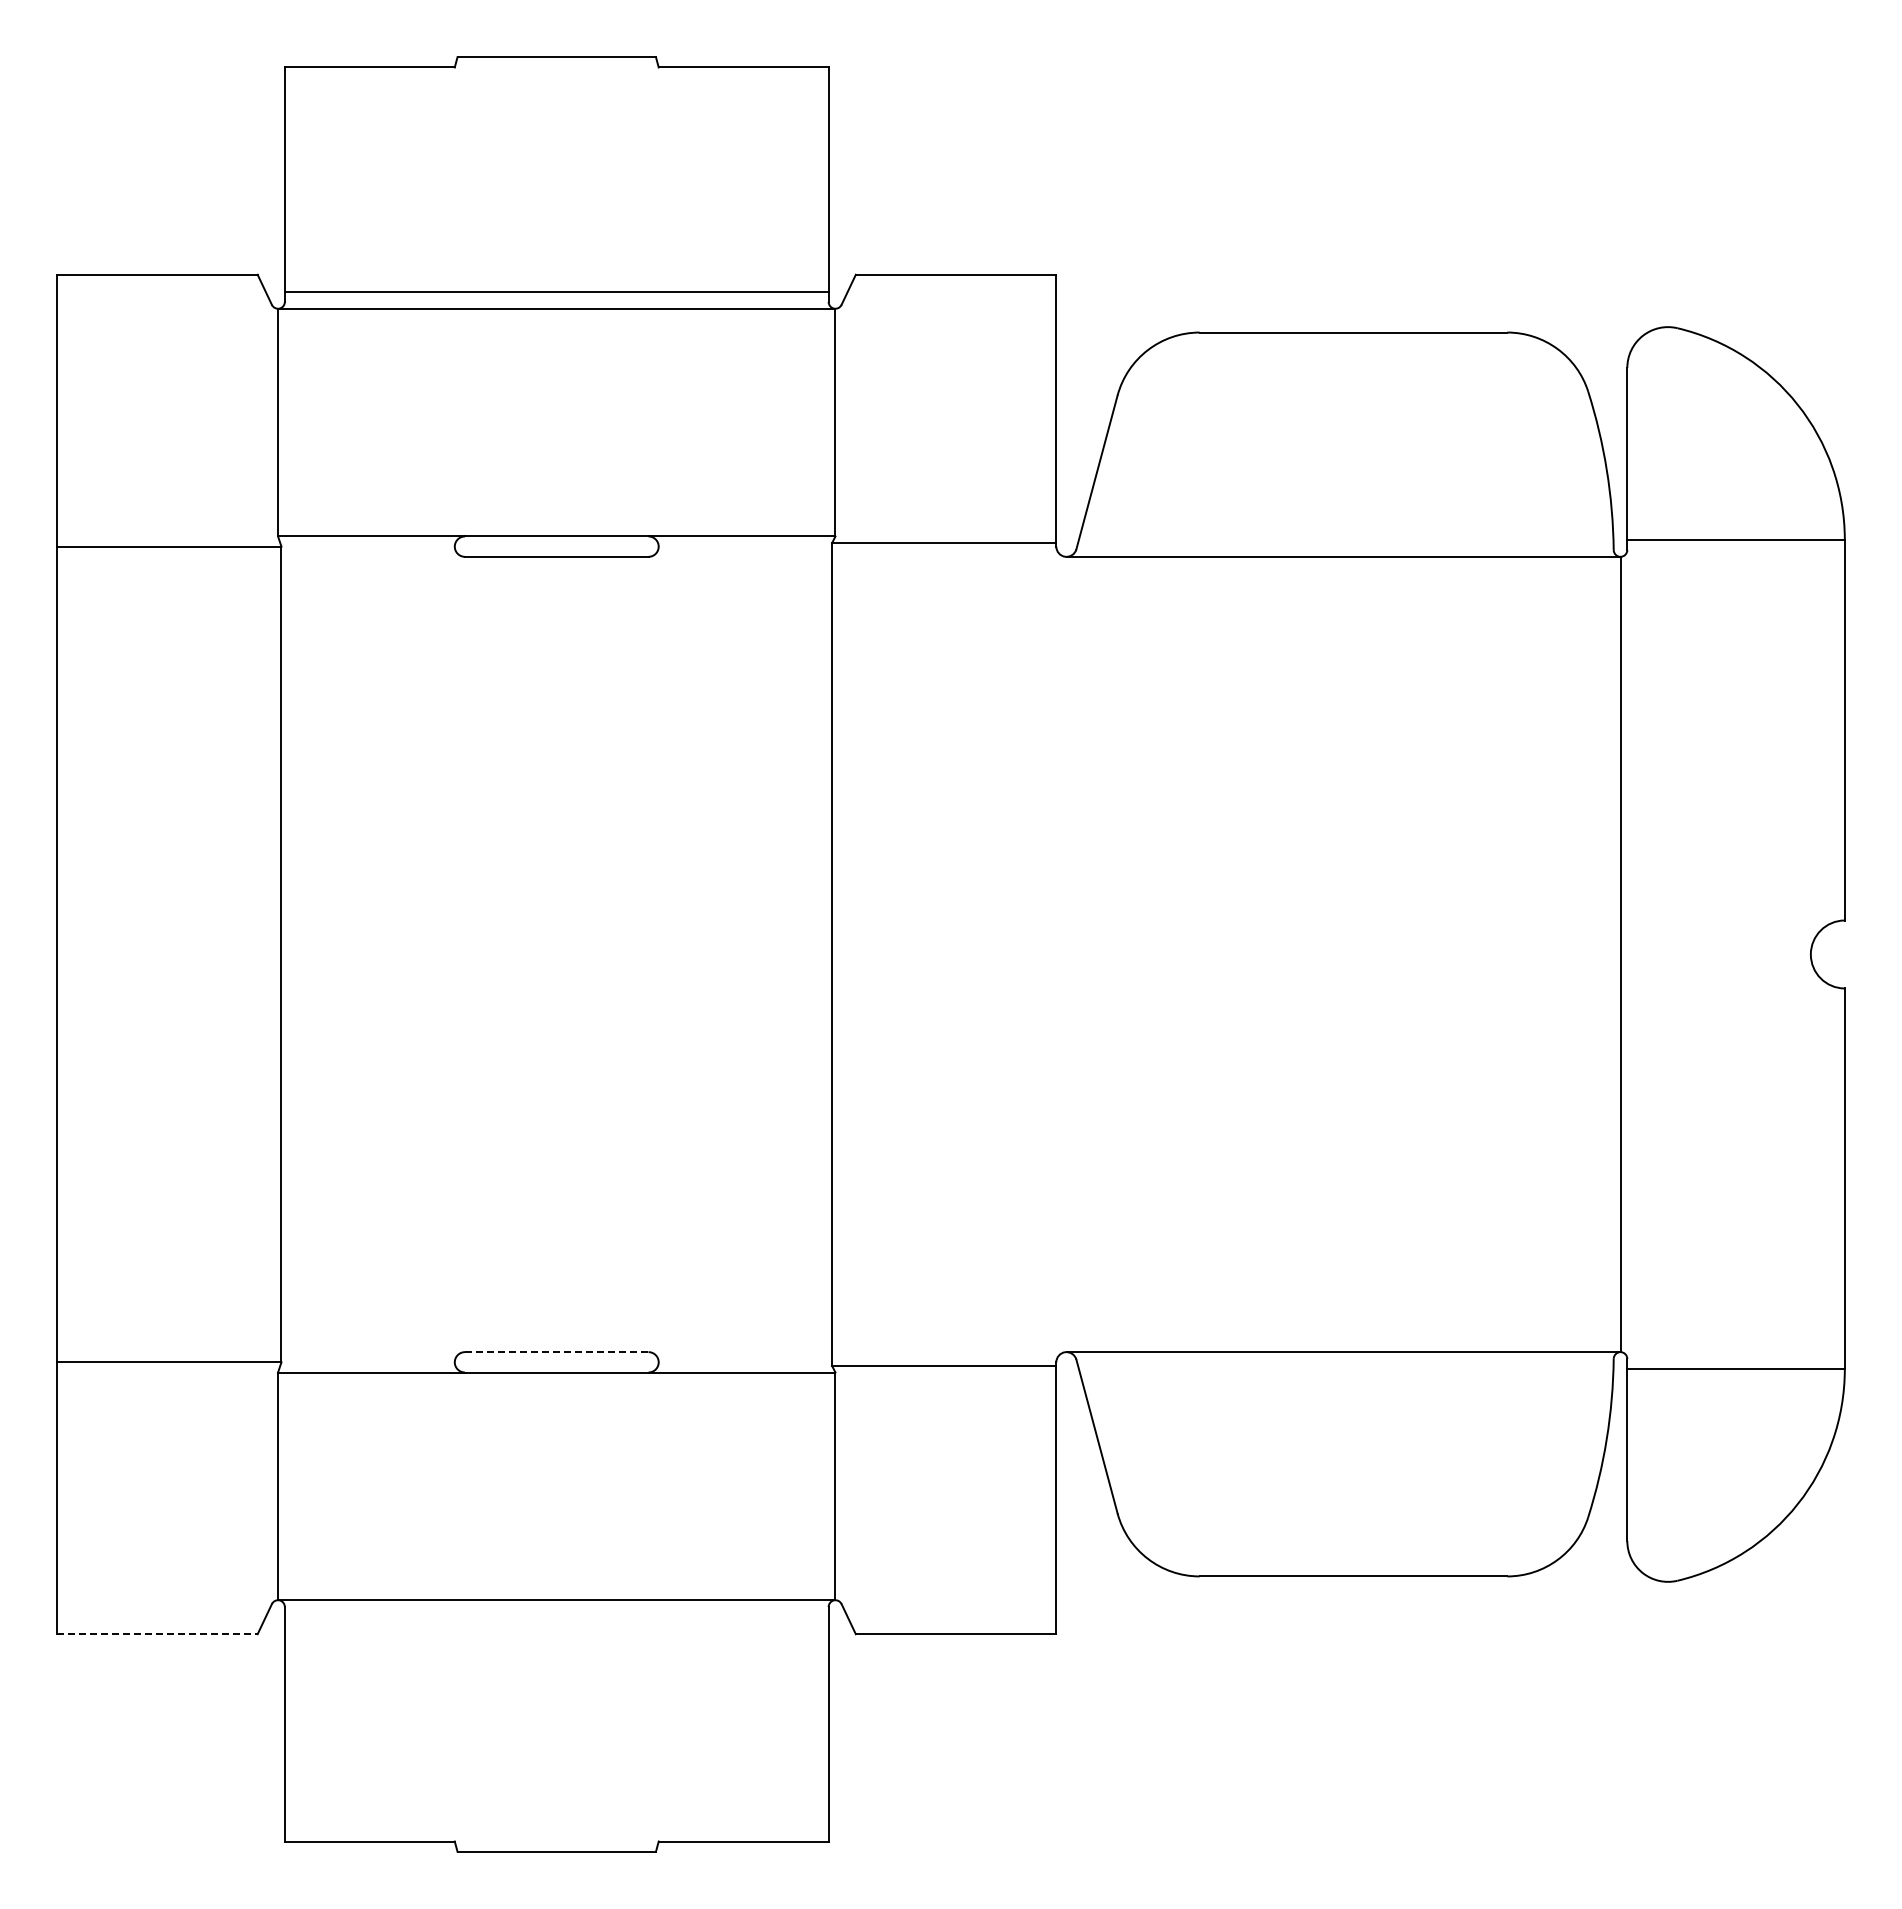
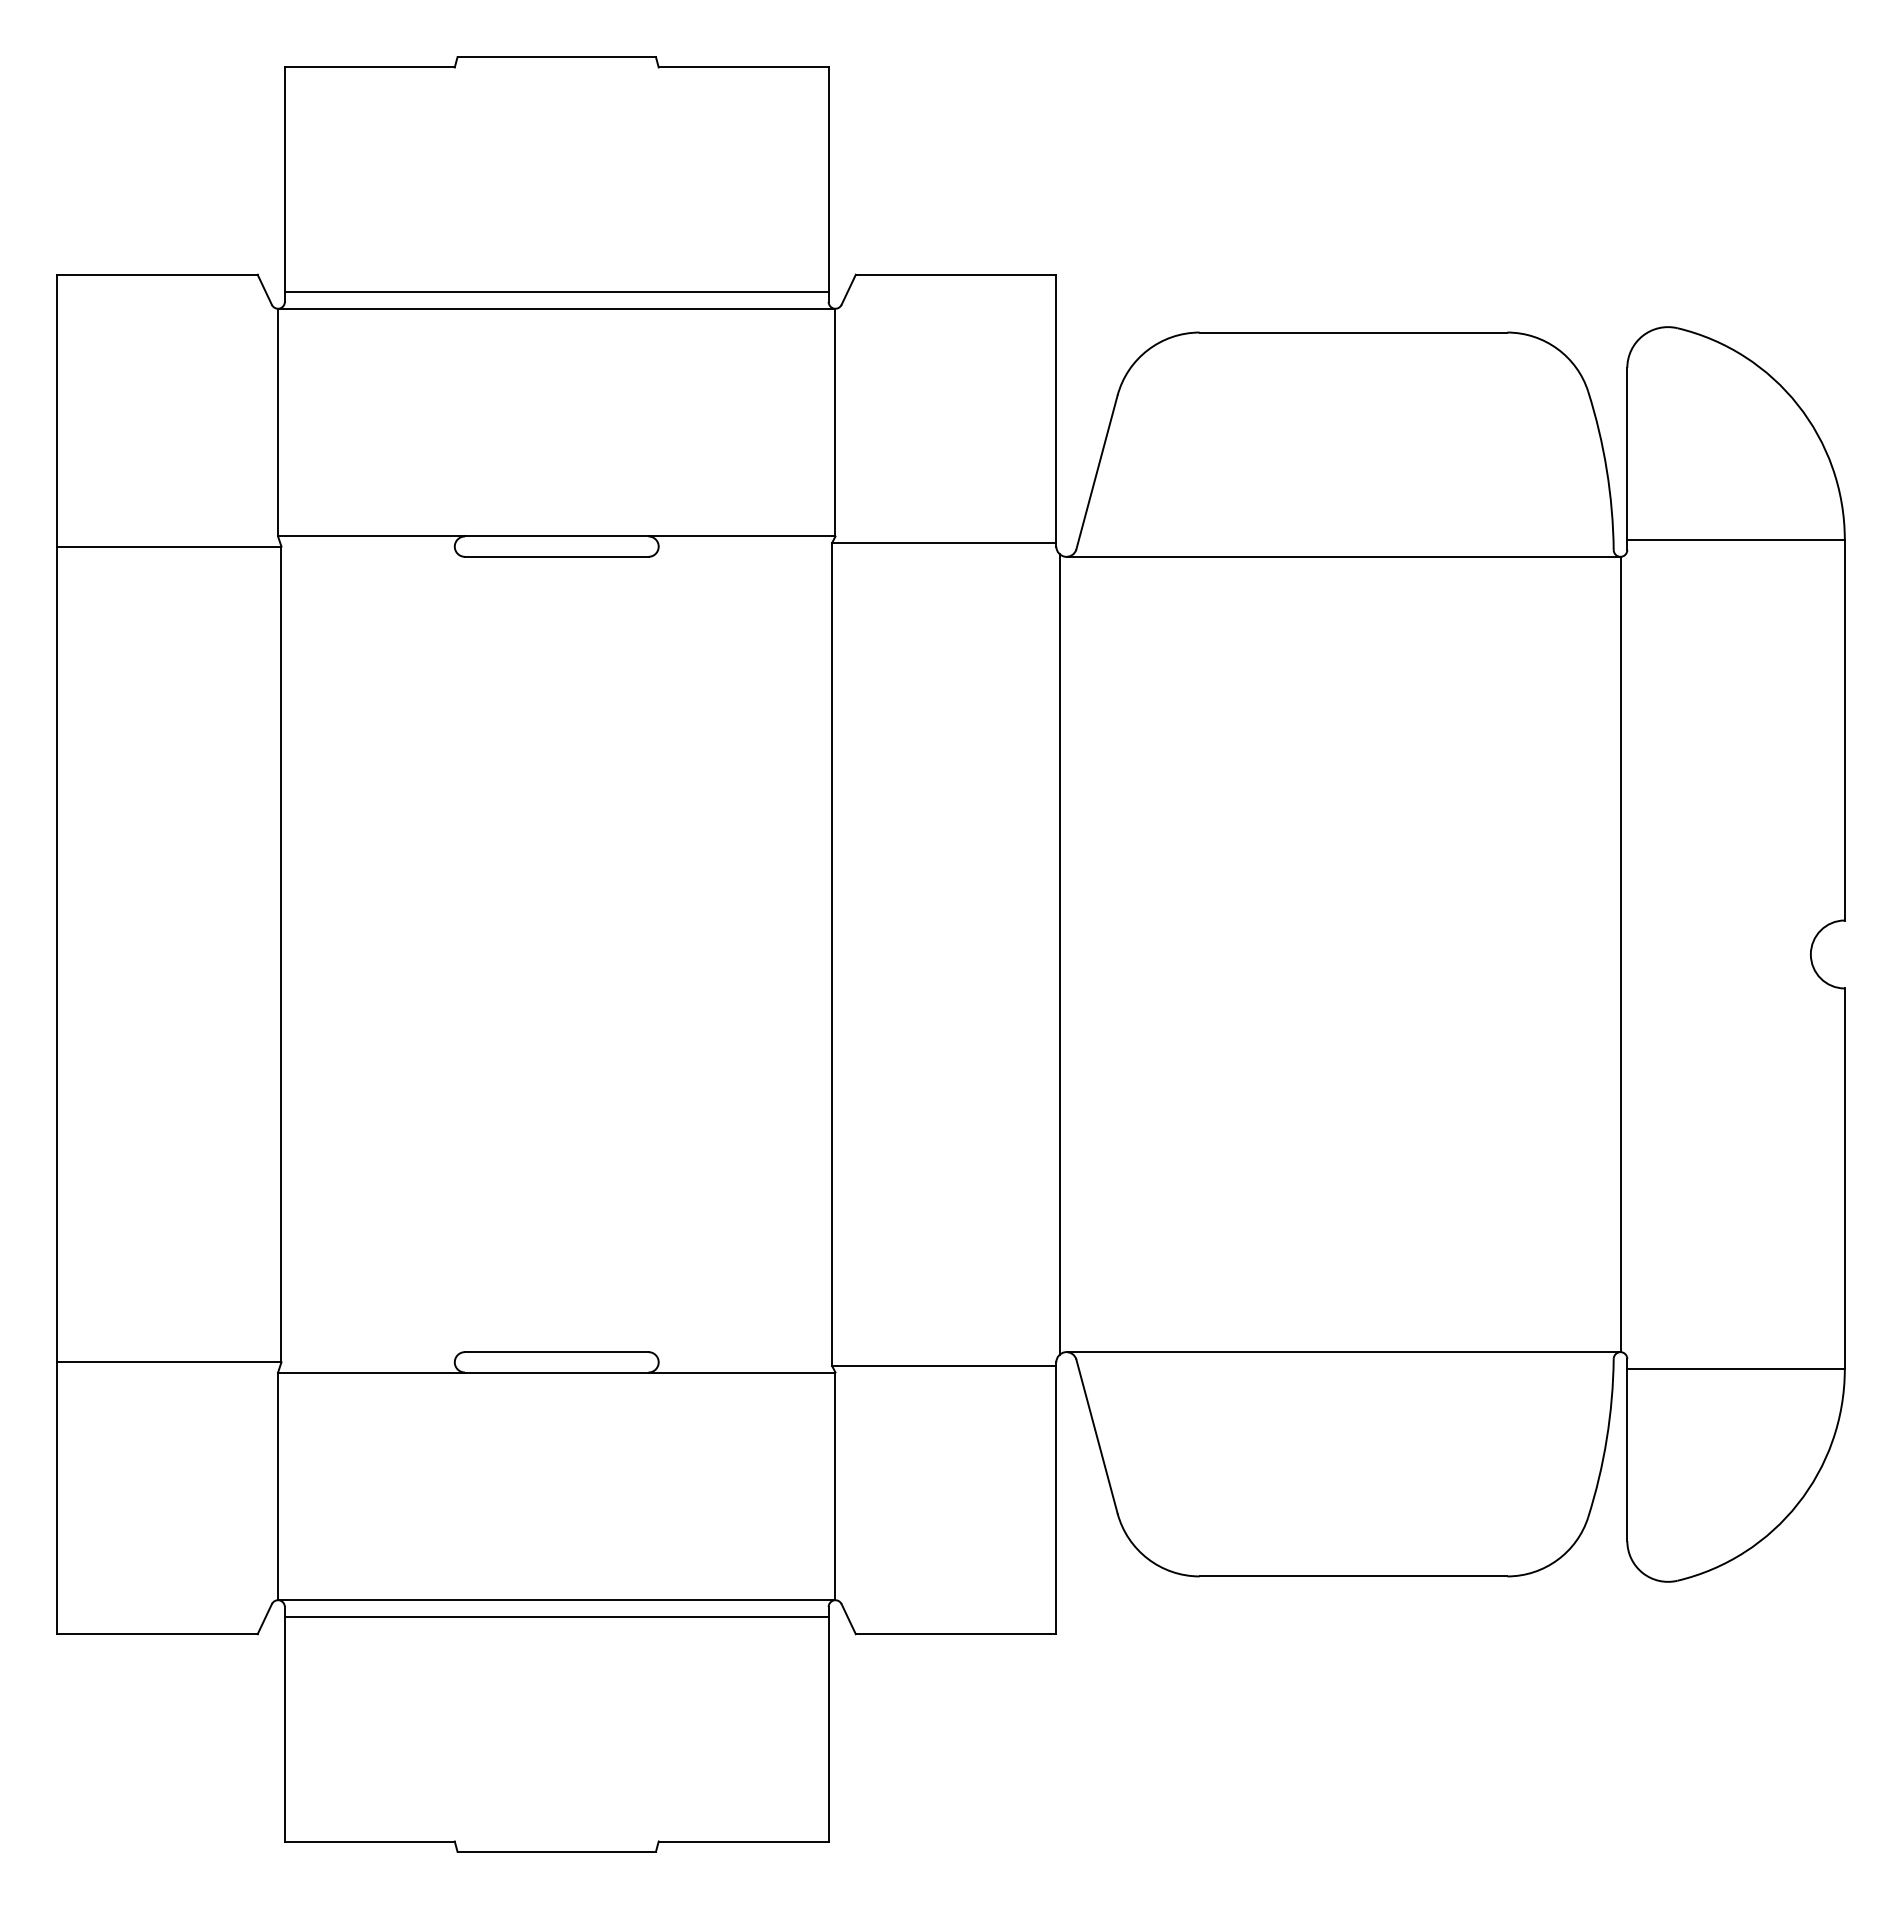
line at (1059, 954): none -> present
line at (556, 1352): dashed -> solid
line at (556, 1617): none -> present
line at (157, 1634): dashed -> solid
